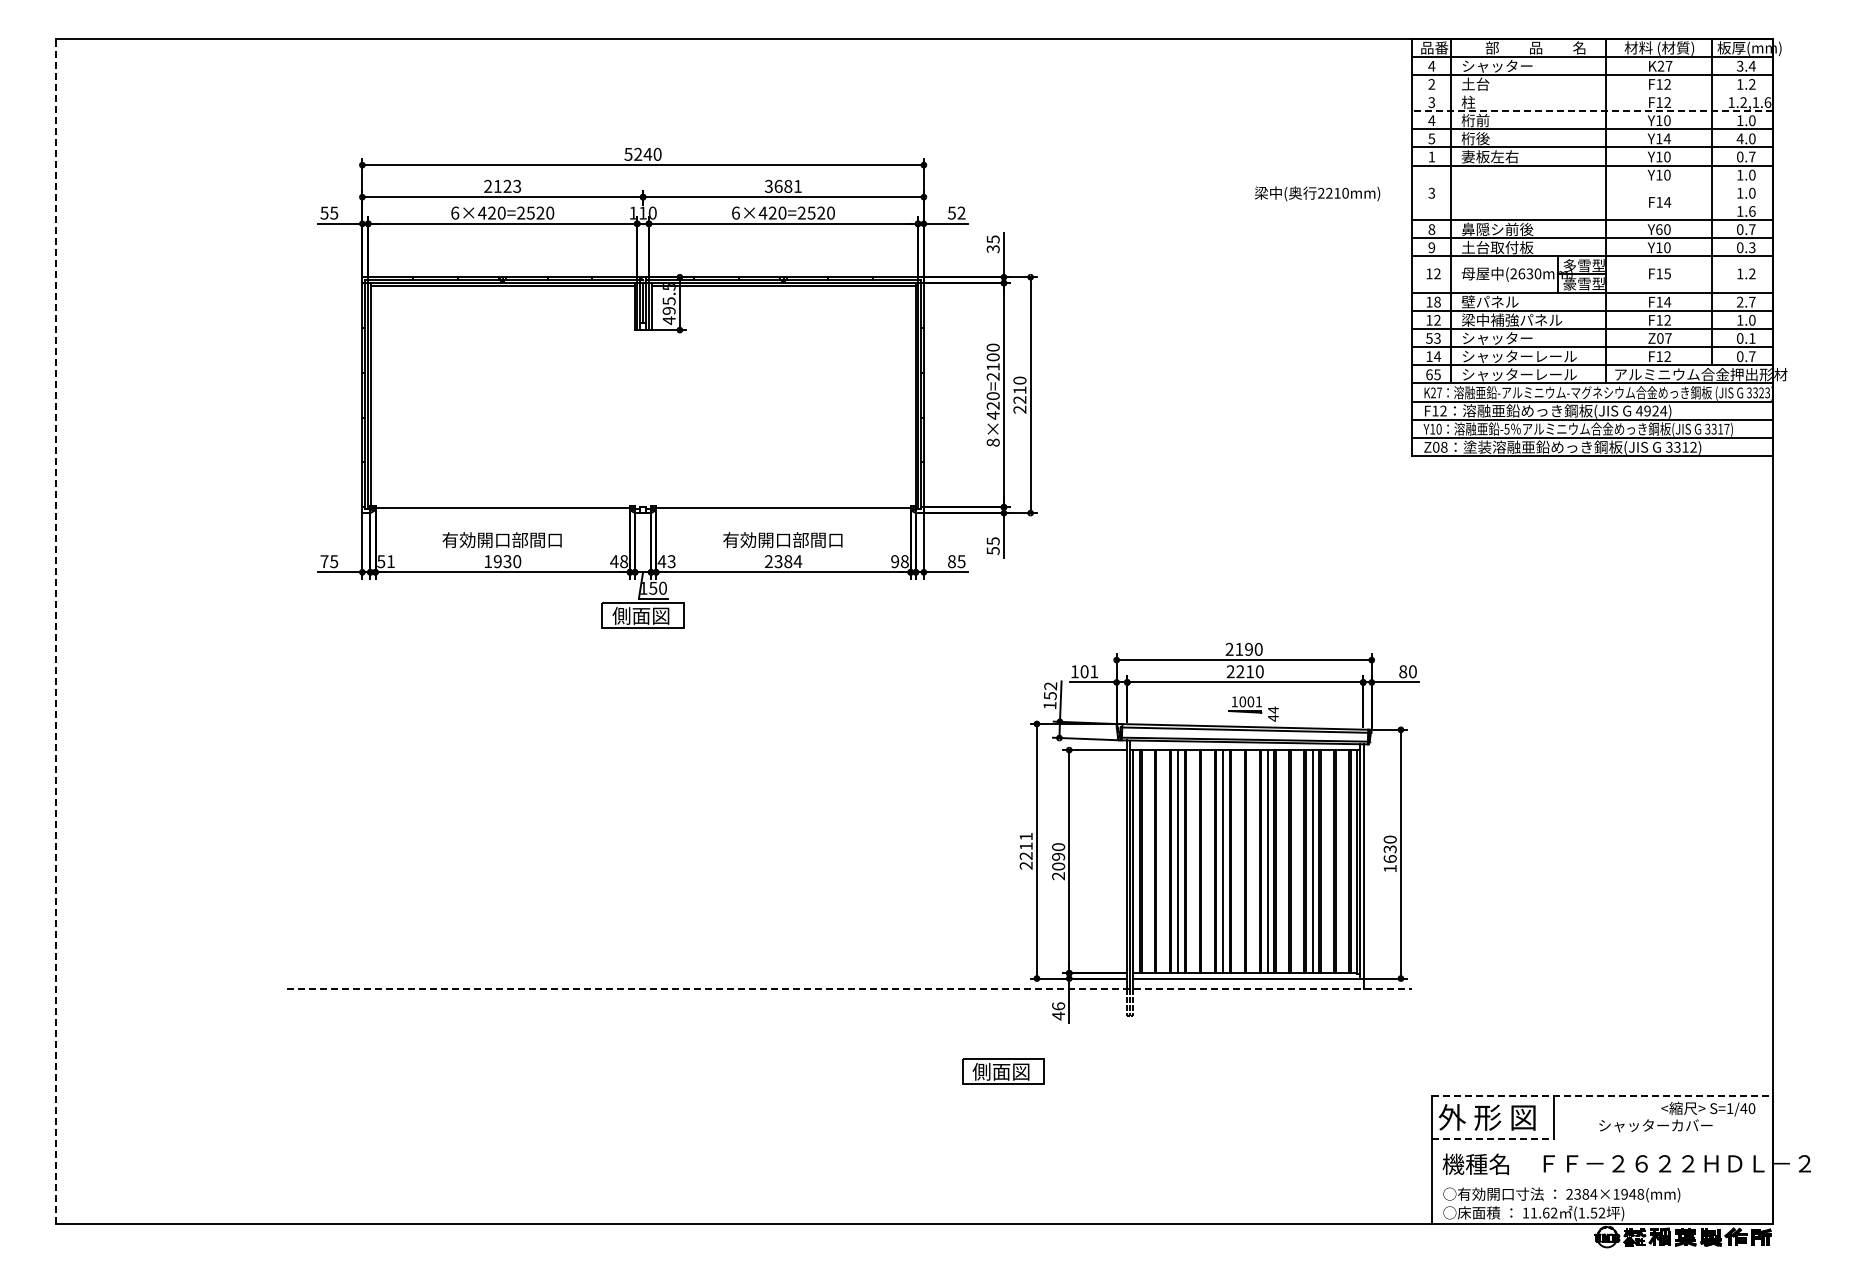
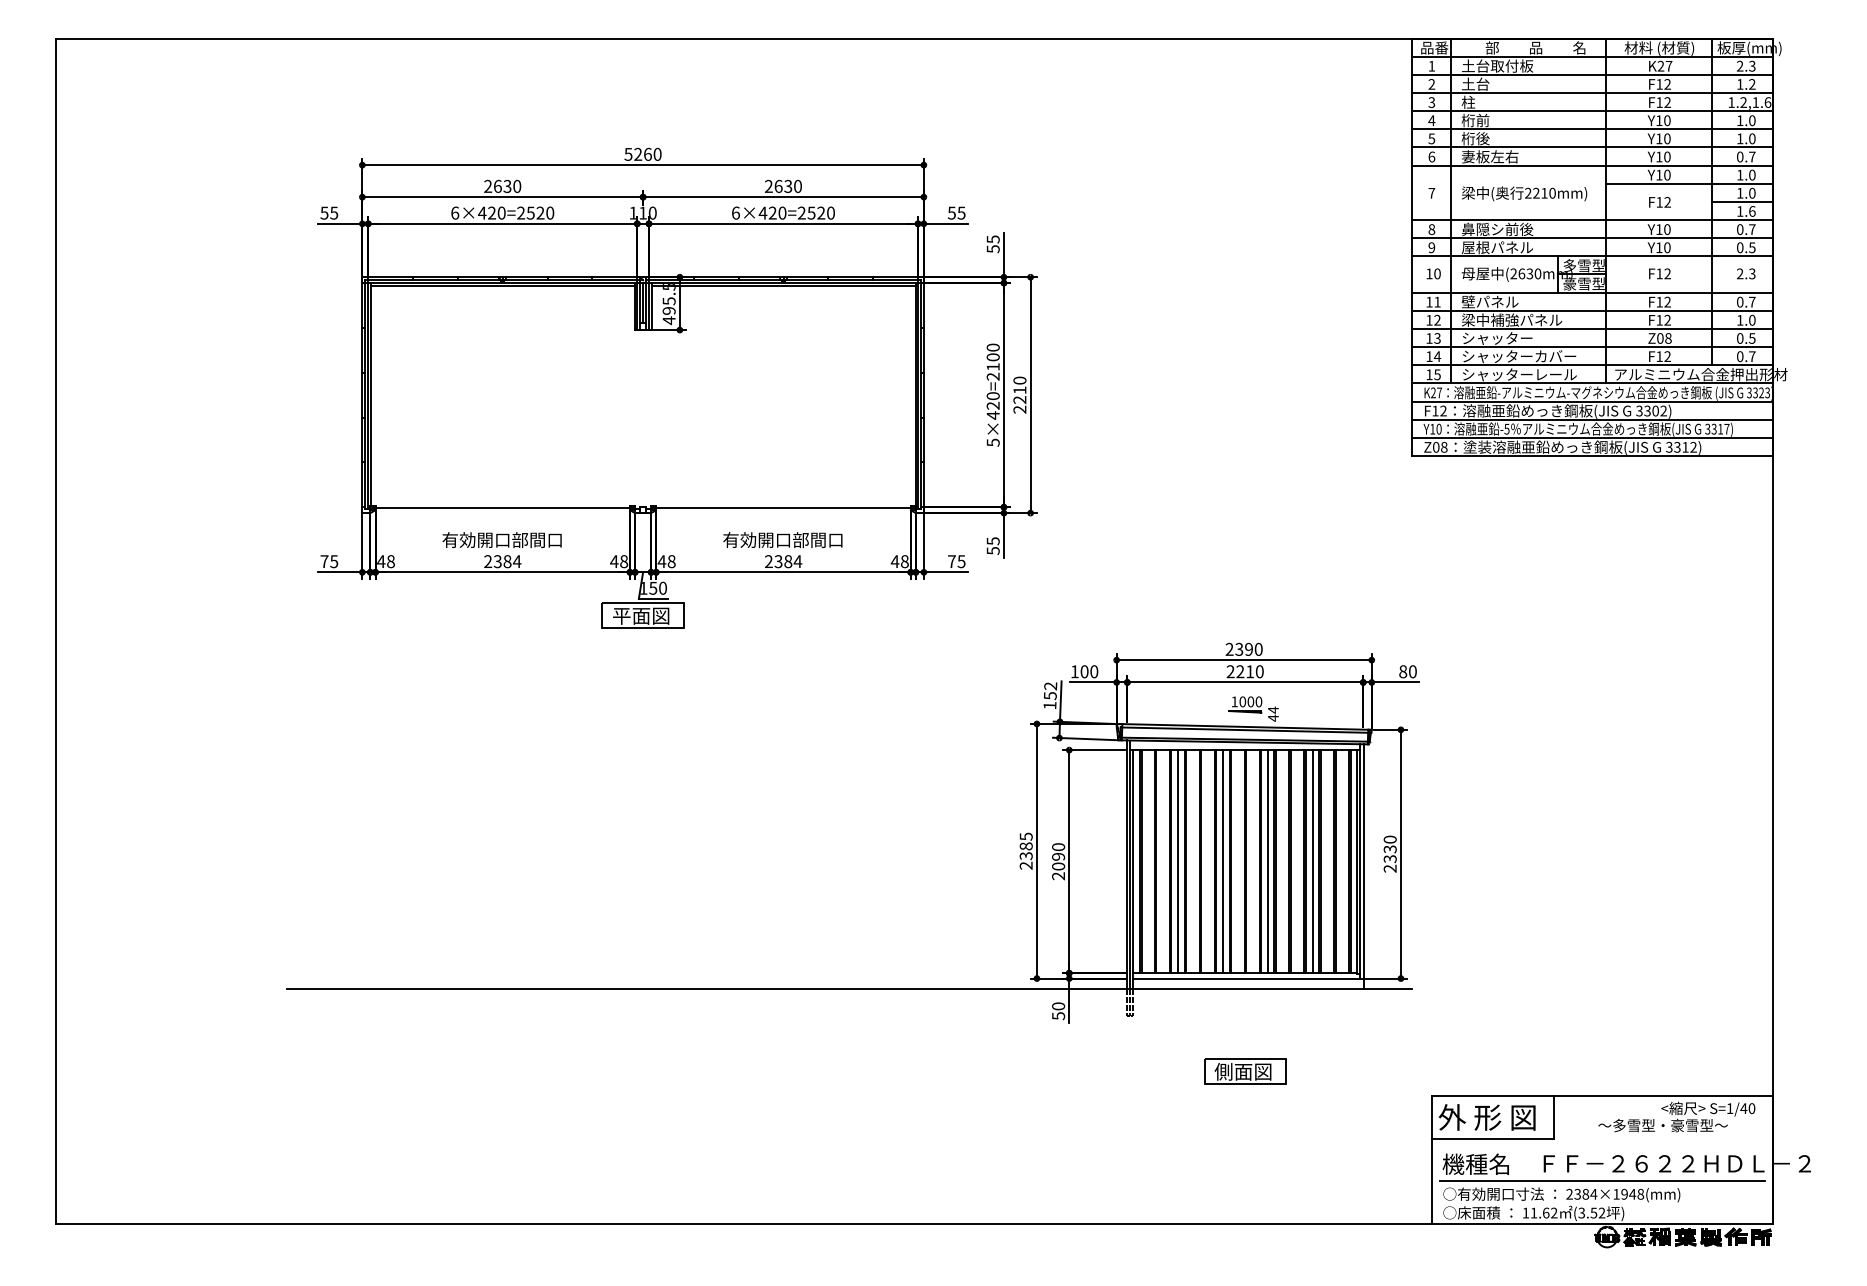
text at (1497, 65): シャッター -> 土台取付板
text at (1745, 65): 3.4 -> 2.3
text at (1431, 66): 4 -> 1
line at (1592, 93): none -> present
line at (1592, 111): dashed -> solid
text at (1666, 138): Y14 -> Y10
text at (1739, 138): 4.0 -> 1.0
text at (647, 153): 5240 -> 5260
text at (1431, 156): 1 -> 6
line at (1689, 183): none -> present
text at (507, 185): 2123 -> 2630
text at (782, 185): 3681 -> 2630
text at (1431, 192): 3 -> 7
text at (1317, 193) position: (1317, 193) -> (1524, 193)
text at (1667, 201): F14 -> F12
line at (1742, 201): none -> present
text at (961, 212): 52 -> 55
text at (1659, 229): Y60 -> Y10
text at (1497, 247): 土台取付板 -> 屋根パネル
text at (1752, 247): 0.3 -> 0.5
text at (992, 248): 35 -> 55
text at (1437, 273): 12 -> 10
text at (1667, 273): F15 -> F12
text at (1746, 273): 1.2 -> 2.3
text at (1437, 301): 18 -> 11
text at (1667, 301): F14 -> F12
text at (1740, 302): 2.7 -> 0.7
text at (1429, 338): 53 -> 13
text at (1668, 338): Z07 -> Z08
text at (1752, 338): 0.1 -> 0.5
text at (1555, 356): シャッターレール -> シャッターカバー
text at (1429, 374): 65 -> 15
text at (1651, 410): 4924) -> 3302)
text at (992, 442): 8×420=2100 -> 5×420=2100
text at (385, 561): 51 -> 48
text at (502, 561): 1930 -> 2384
text at (671, 561): 43 -> 48
text at (894, 561): 98 -> 48
text at (951, 561): 85 -> 75
text at (621, 615): 側面図 -> 平面図
line at (56, 631): dashed -> solid
text at (1239, 648): 2190 -> 2390
text at (1094, 671): 101 -> 100
text at (1258, 701): 1001 -> 1000
text at (1025, 846): 2211 -> 2385
text at (1389, 863): 1630 -> 2330
line at (849, 989): dashed -> solid
text at (1058, 1011): 46 -> 50
part at (1003, 1071) position: (1003, 1071) -> (1245, 1071)
line at (1602, 1095): dashed -> solid
text at (1662, 1125): シャッターカバー -> ～多雪型・豪雪型～
line at (1493, 1138): dashed -> solid
line at (1602, 1181): none -> present
text at (1581, 1212): (1.52 -> (3.52
